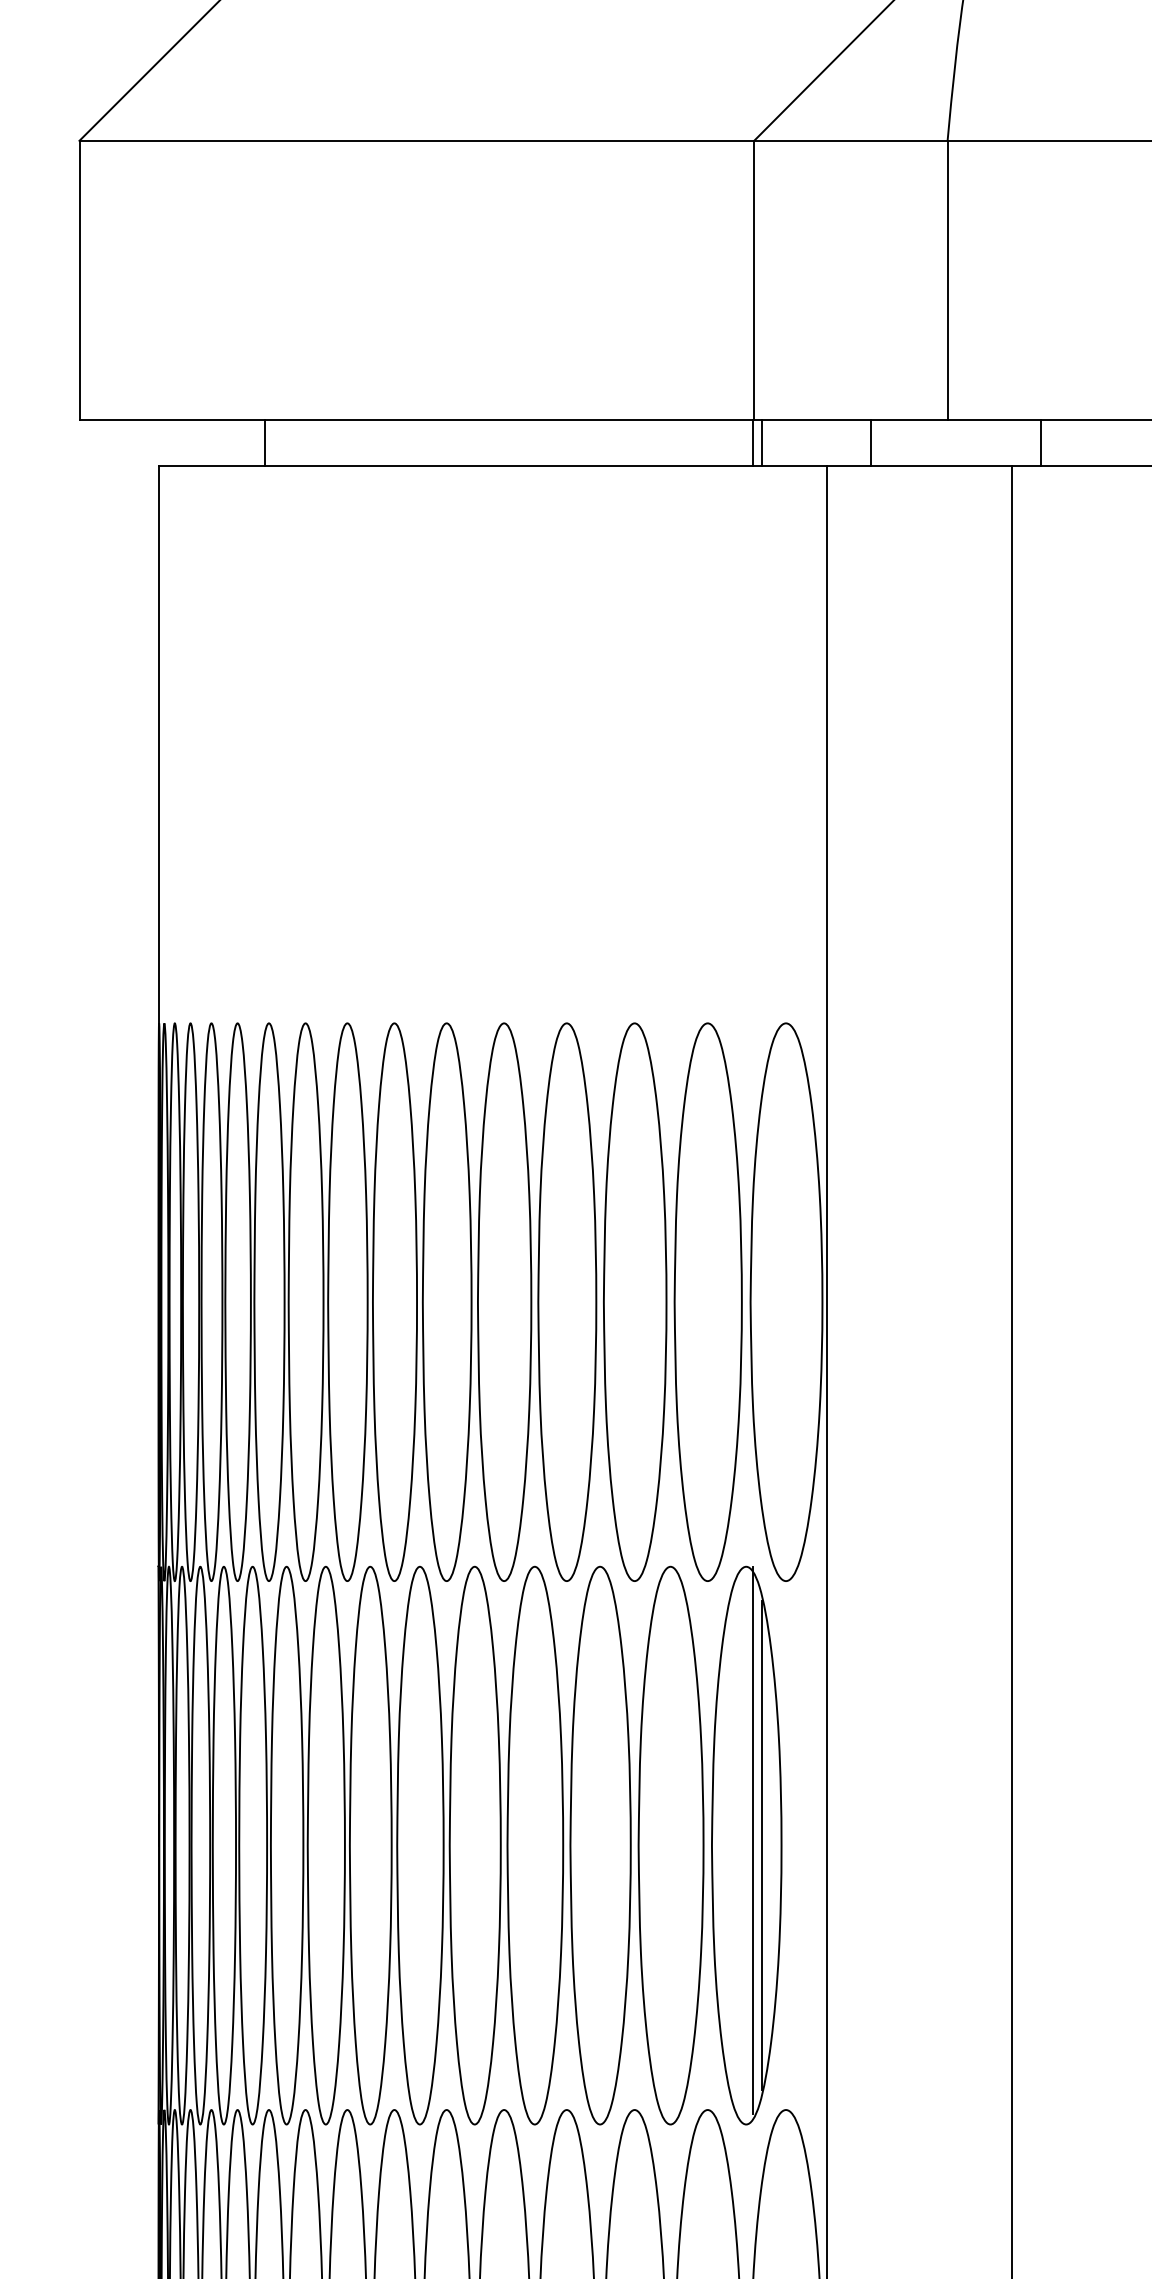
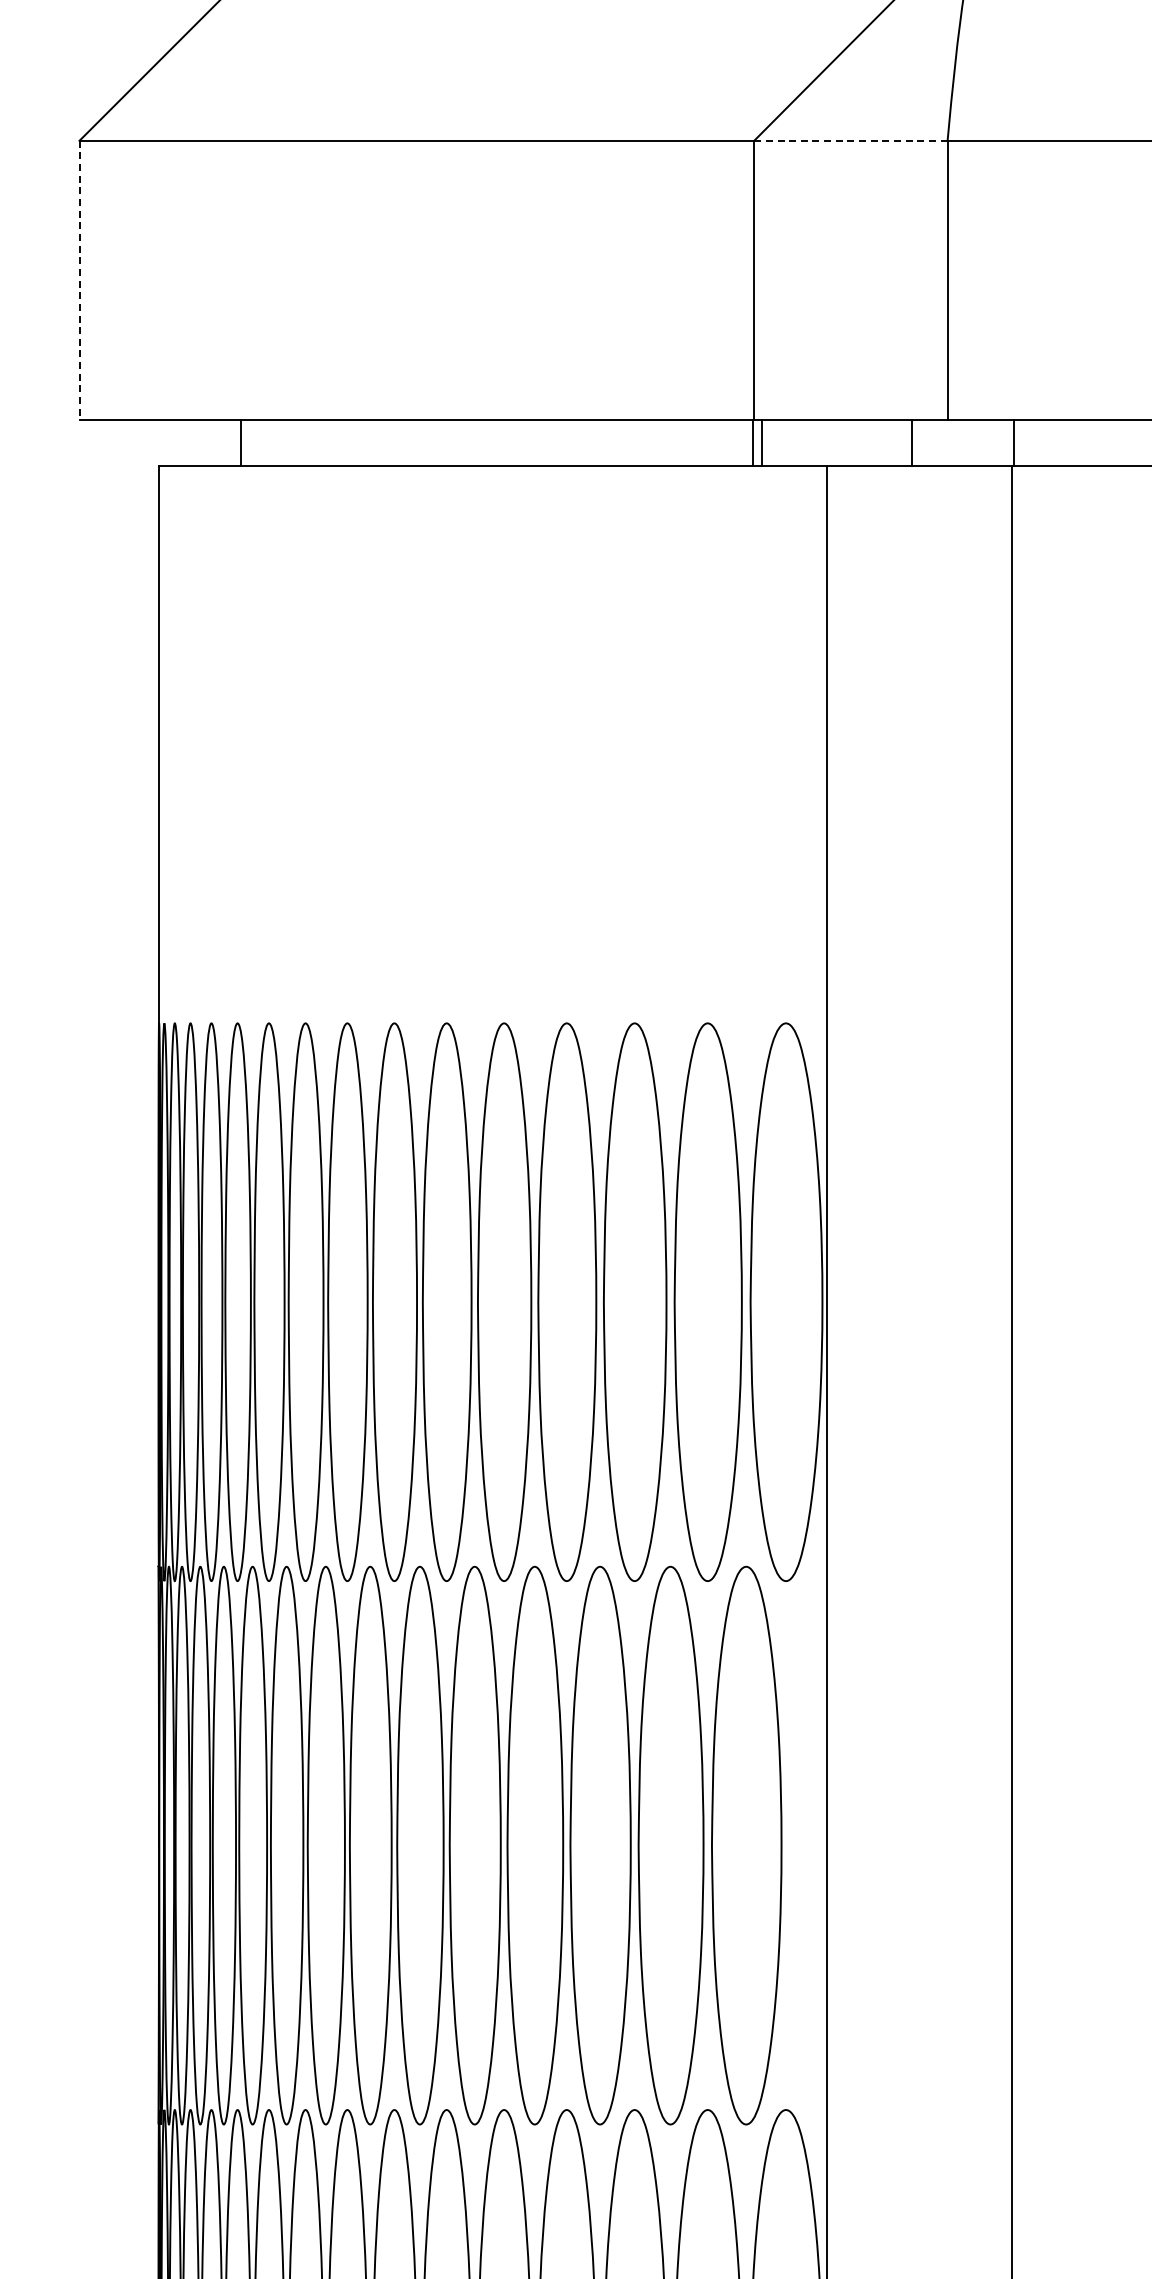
line at (850, 140): solid -> dashed
line at (79, 280): solid -> dashed
line at (265, 442) position: (265, 442) -> (241, 442)
line at (870, 442) position: (870, 442) -> (911, 442)
line at (1041, 442) position: (1041, 442) -> (1014, 442)
line at (753, 1840): present -> none
line at (762, 1845): present -> none
